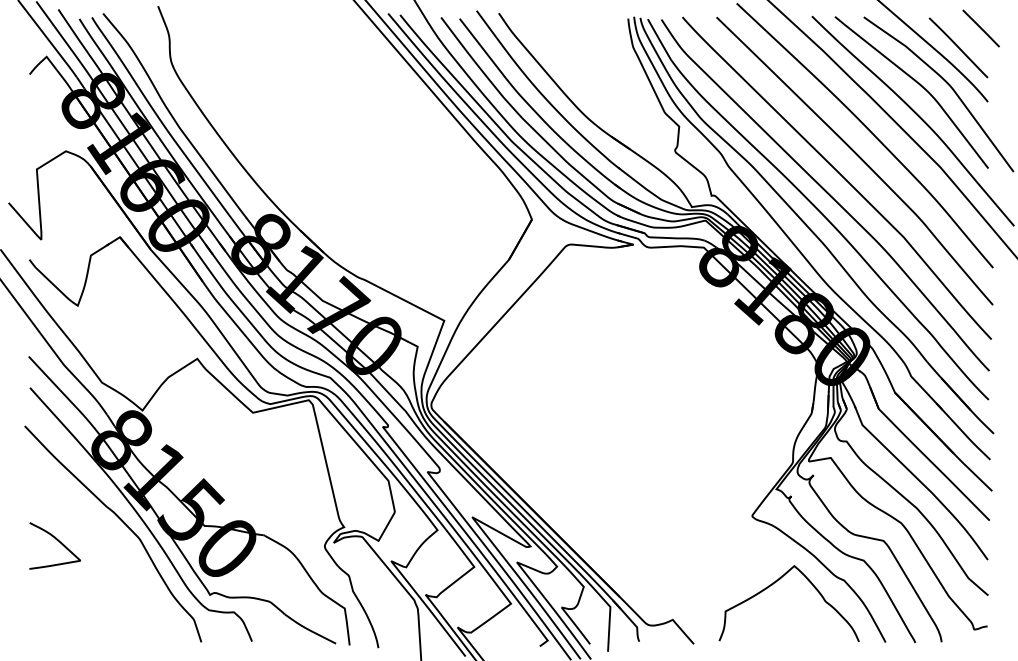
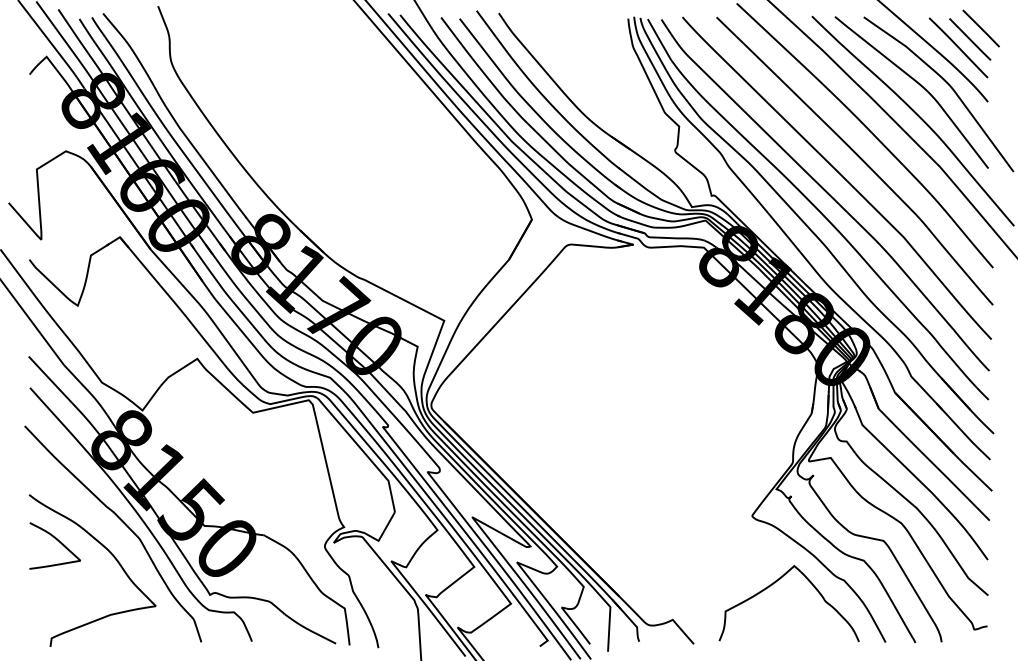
line at (970, 39): none -> present
curve at (111, 555): none -> present
